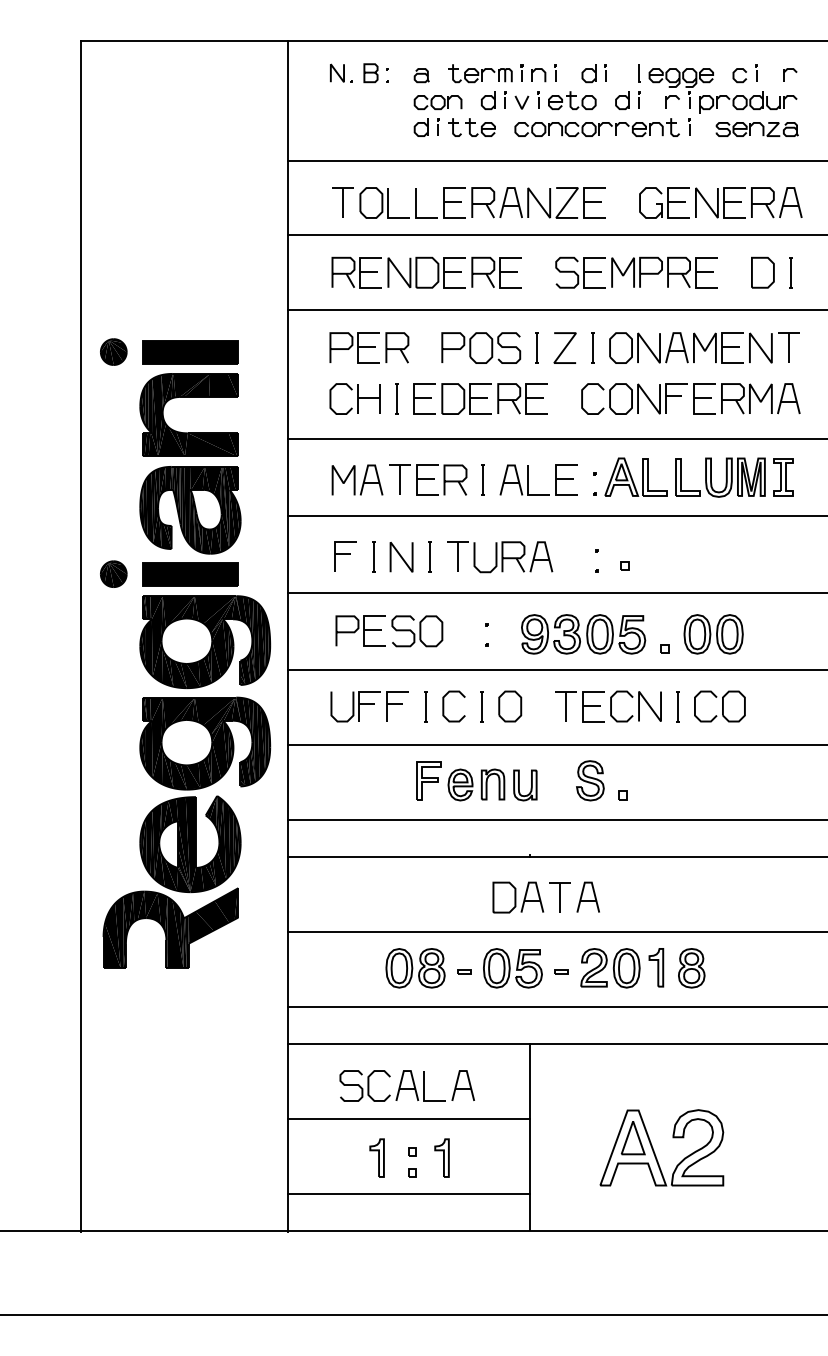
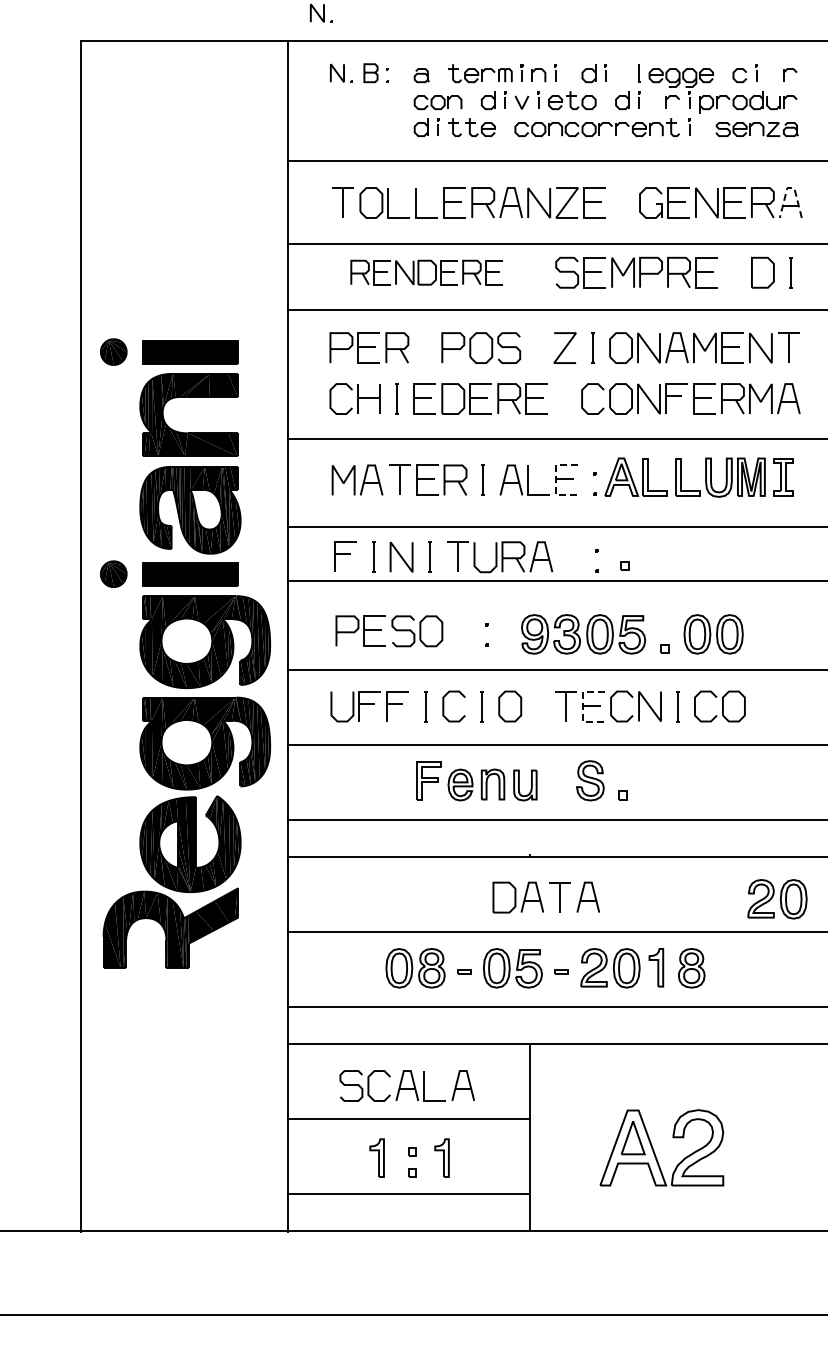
part at (321, 12): none -> present
line at (790, 188): solid -> dashed
line at (555, 235) position: (555, 235) -> (555, 244)
part at (426, 272) size: 191x33 px -> 153x27 px
part at (536, 347): present -> none
line at (556, 480): solid -> dashed
line at (555, 515) position: (555, 515) -> (555, 526)
line at (555, 592) position: (555, 592) -> (555, 580)
line at (583, 706): solid -> dashed
part at (777, 899): none -> present
